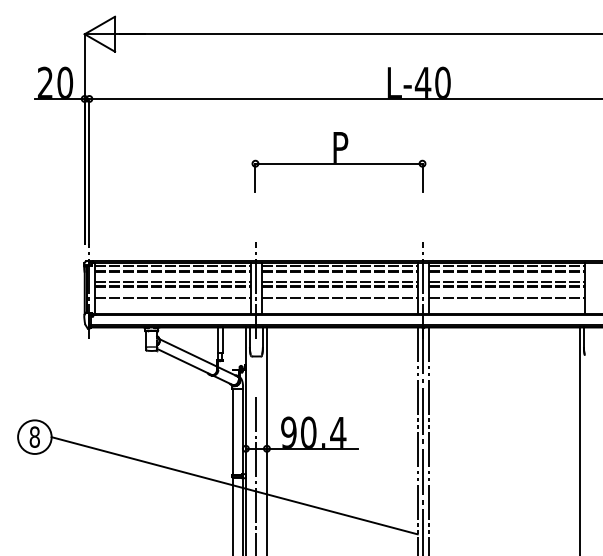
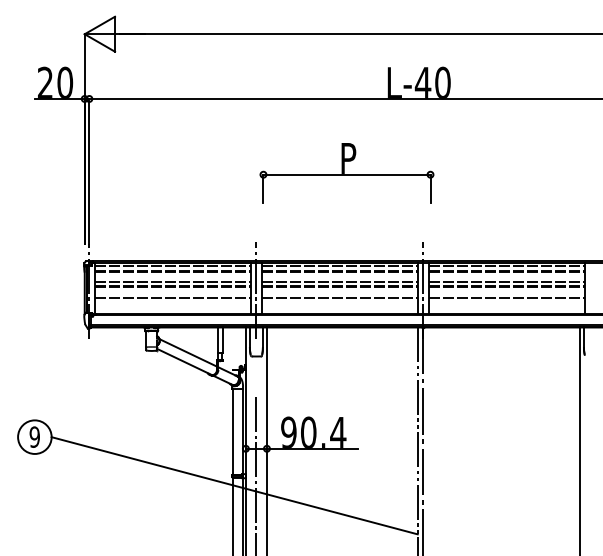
part at (338, 162) position: (338, 162) -> (346, 173)
text at (34, 436): 8 -> 9
line at (429, 439): present -> none
